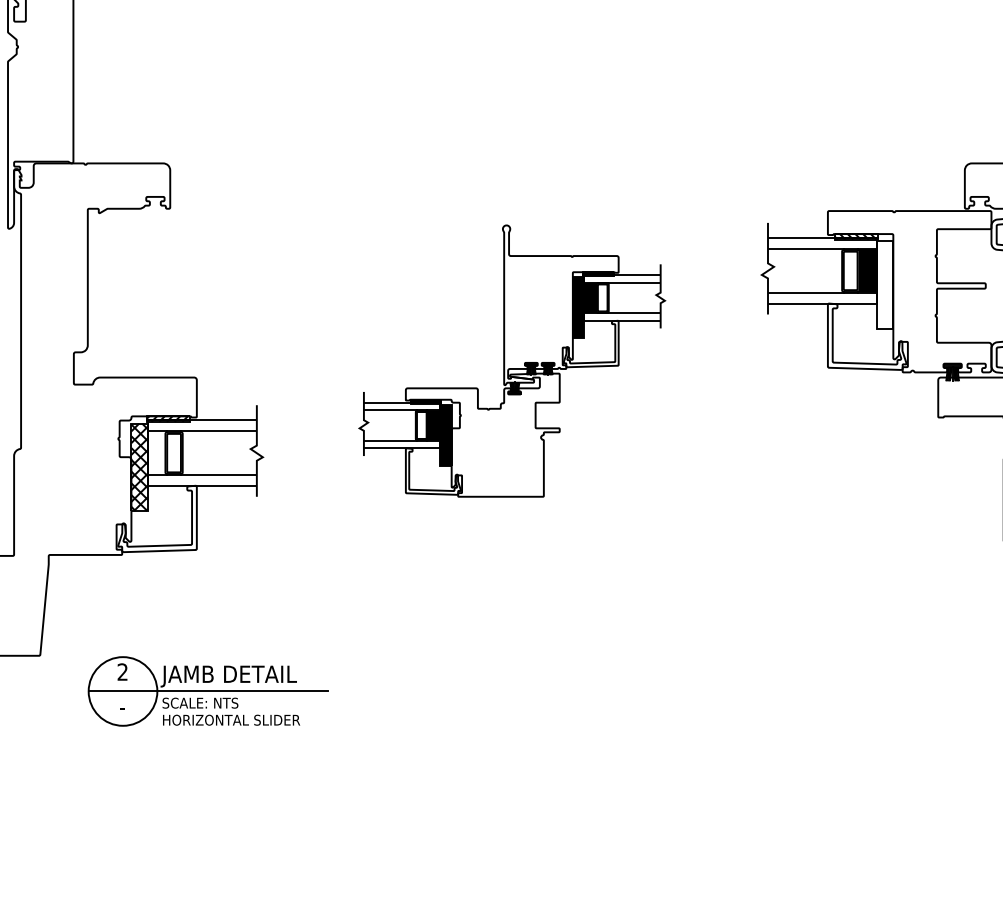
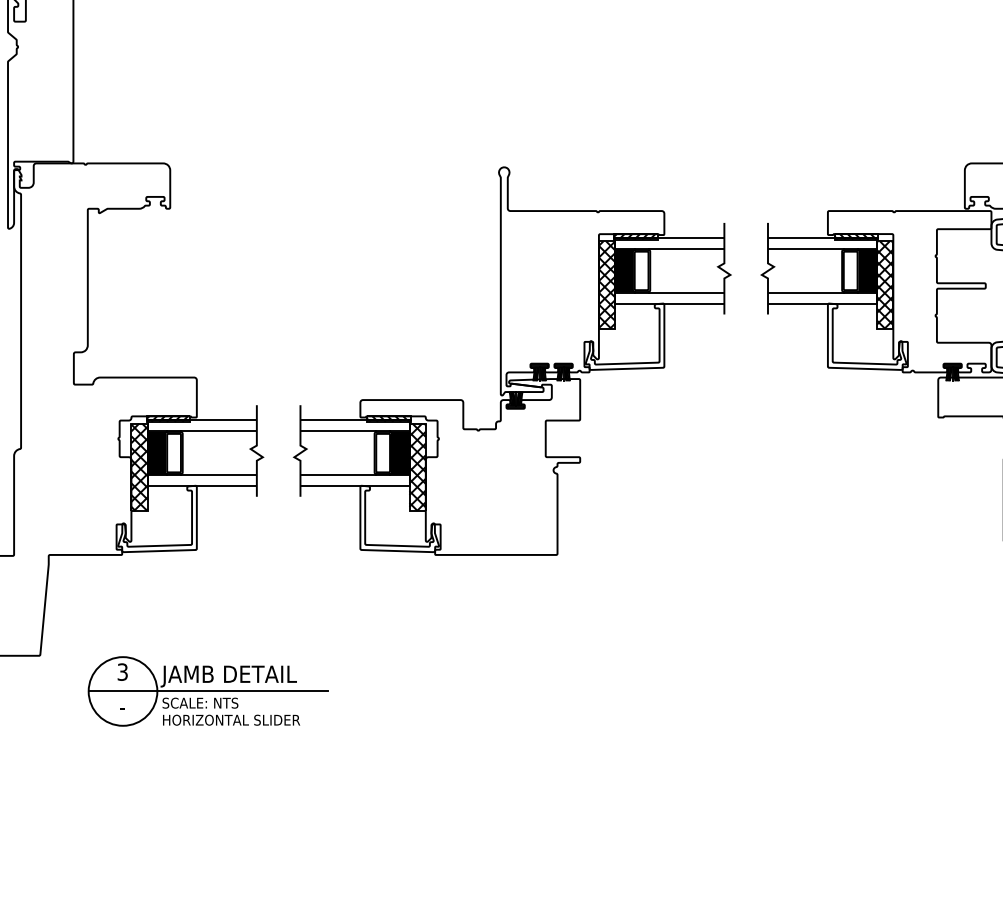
hatch at (885, 284): none -> present
part at (512, 360) size: 309x274 px -> 440x390 px
fill at (157, 452): none -> present
text at (122, 671): 2 -> 3
